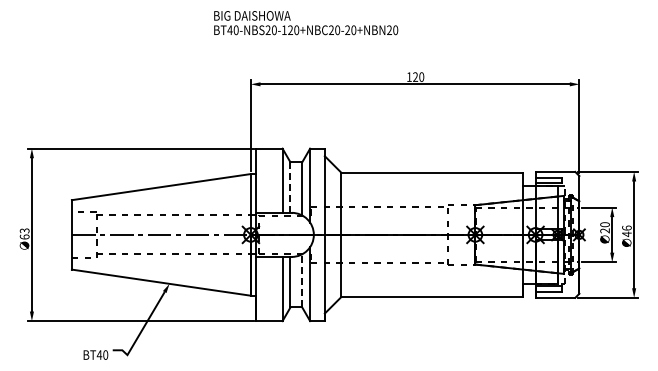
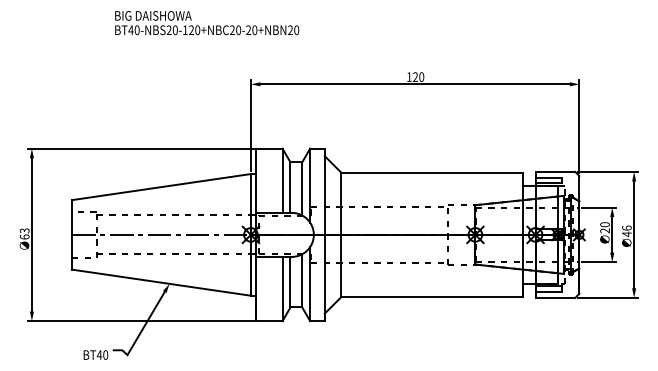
text at (306, 23) position: (306, 23) -> (207, 23)
line at (290, 188): dashed -> solid
line at (302, 280): dashed -> solid
